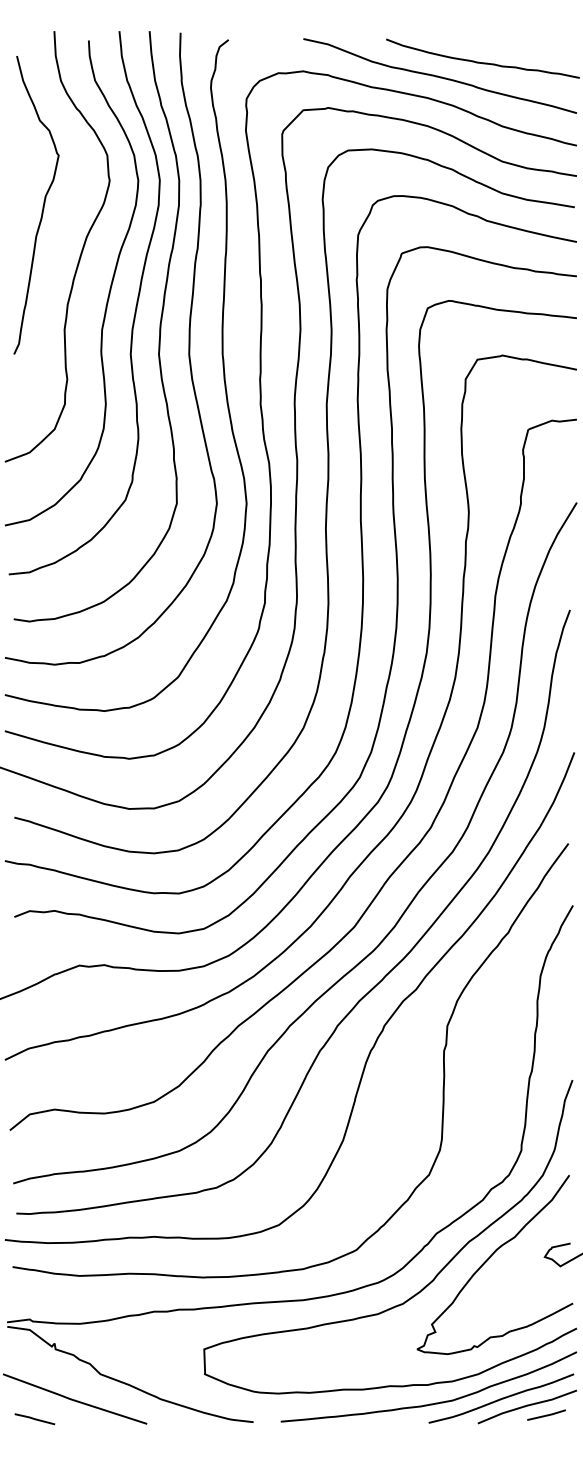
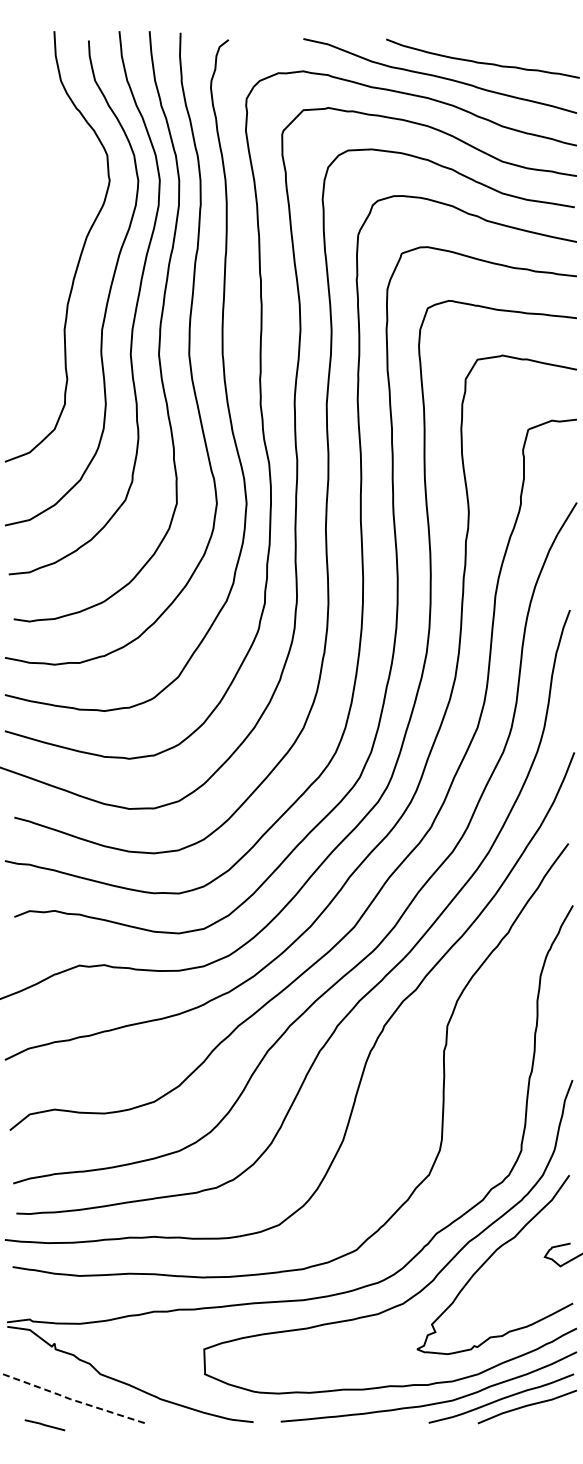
curve at (42, 206): present -> none
line at (73, 1400): solid -> dashed
line at (546, 1414): present -> none
line at (34, 1419) position: (34, 1419) -> (44, 1425)
